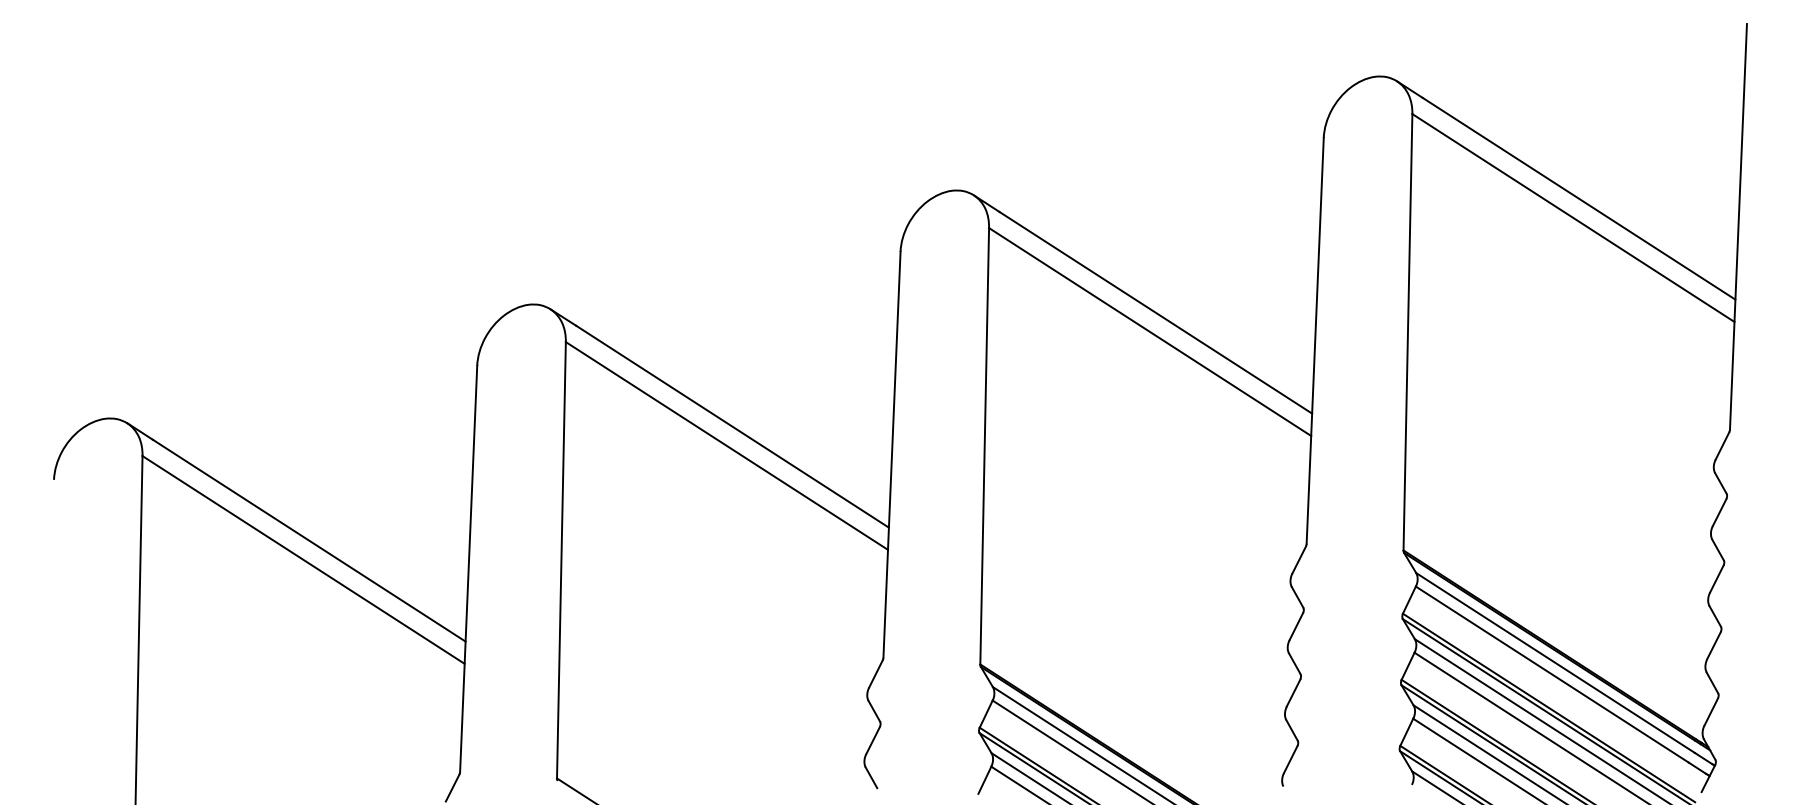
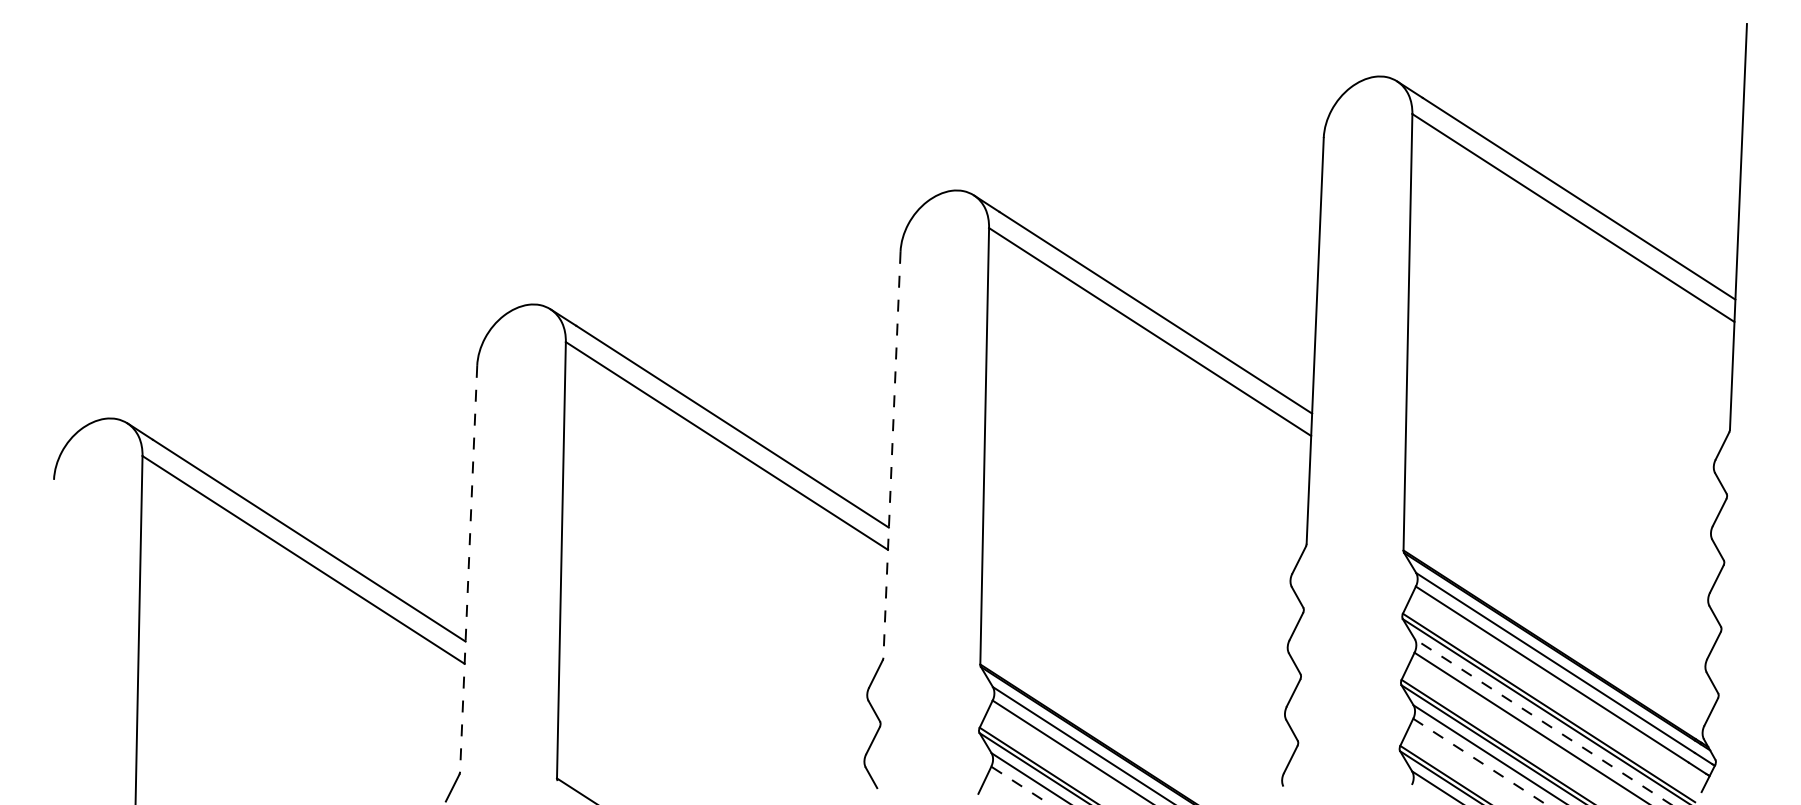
line at (891, 455): solid -> dashed
line at (468, 569): solid -> dashed
line at (1543, 722): solid -> dashed
line at (1479, 761): solid -> dashed
line at (1020, 785): solid -> dashed
